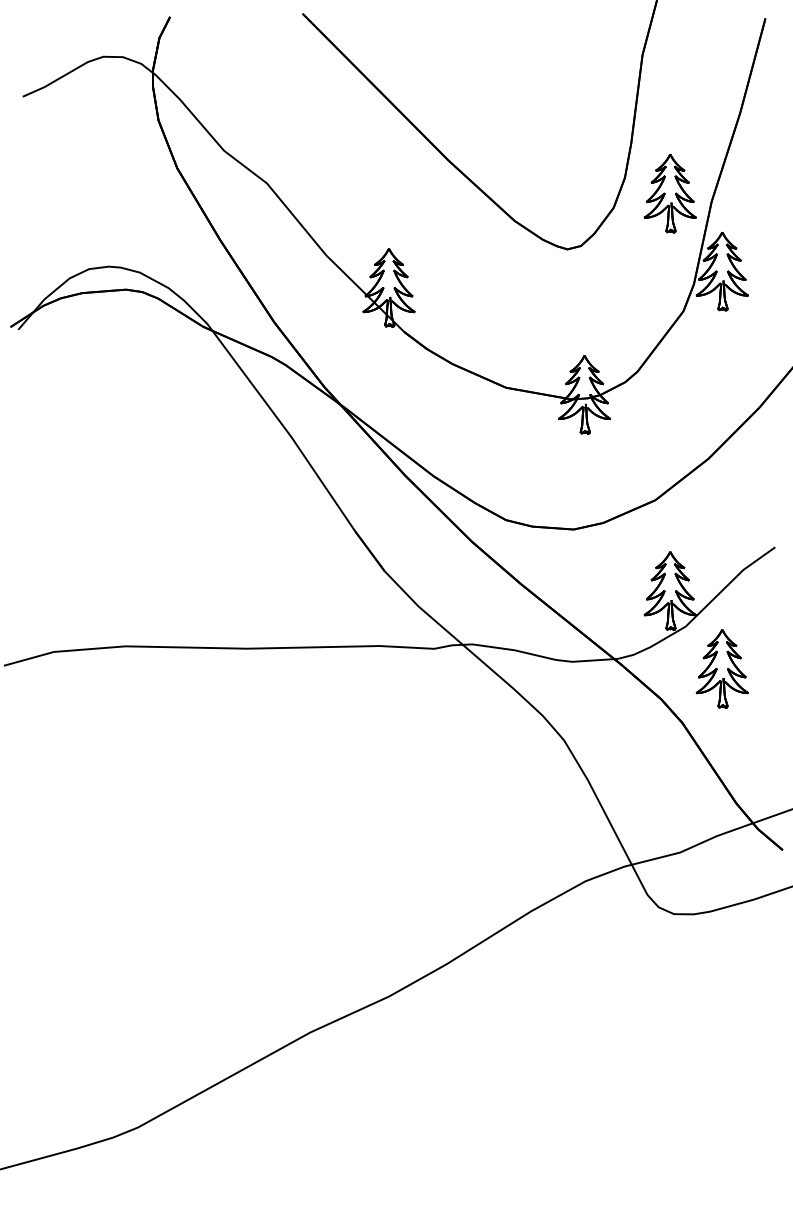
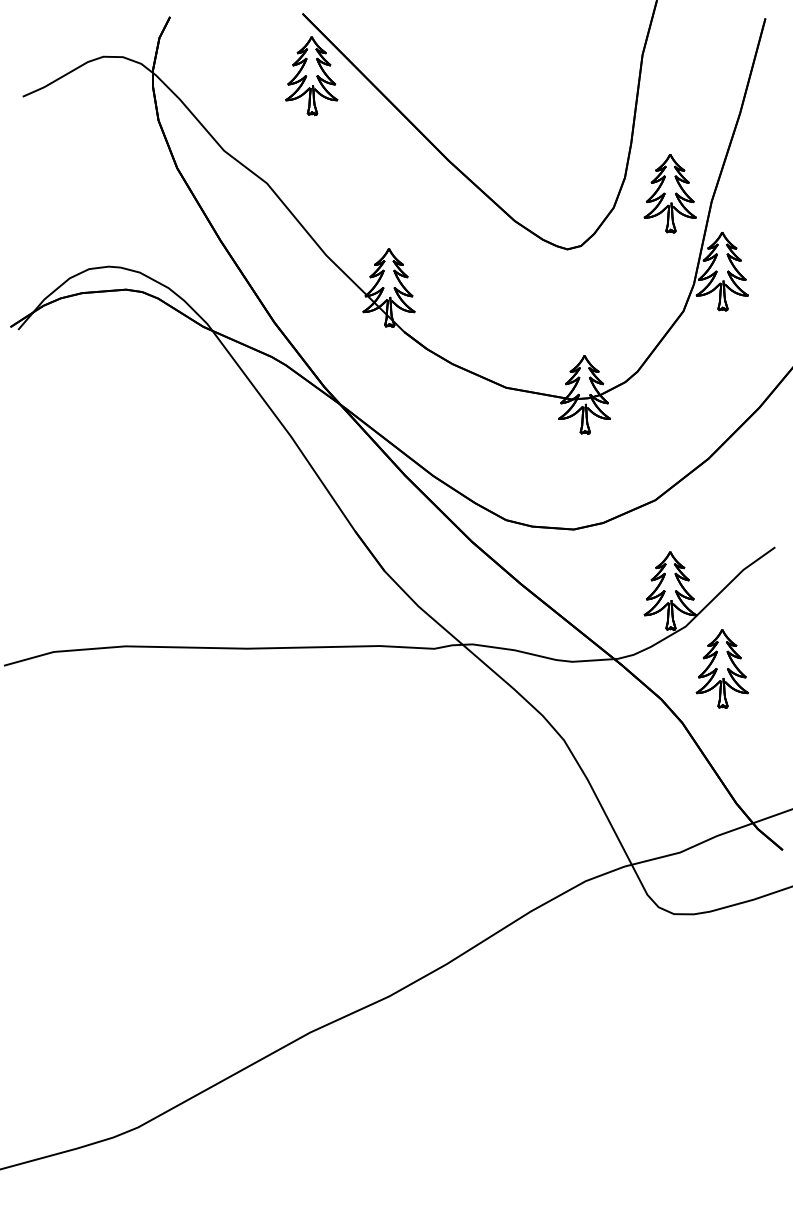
part at (311, 76): none -> present
